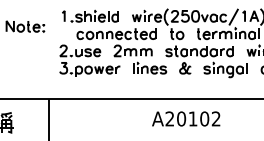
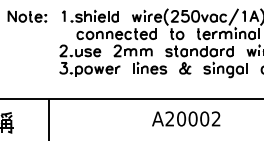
part at (25, 26) position: (25, 26) -> (27, 16)
text at (192, 118): A20102 -> A20002
